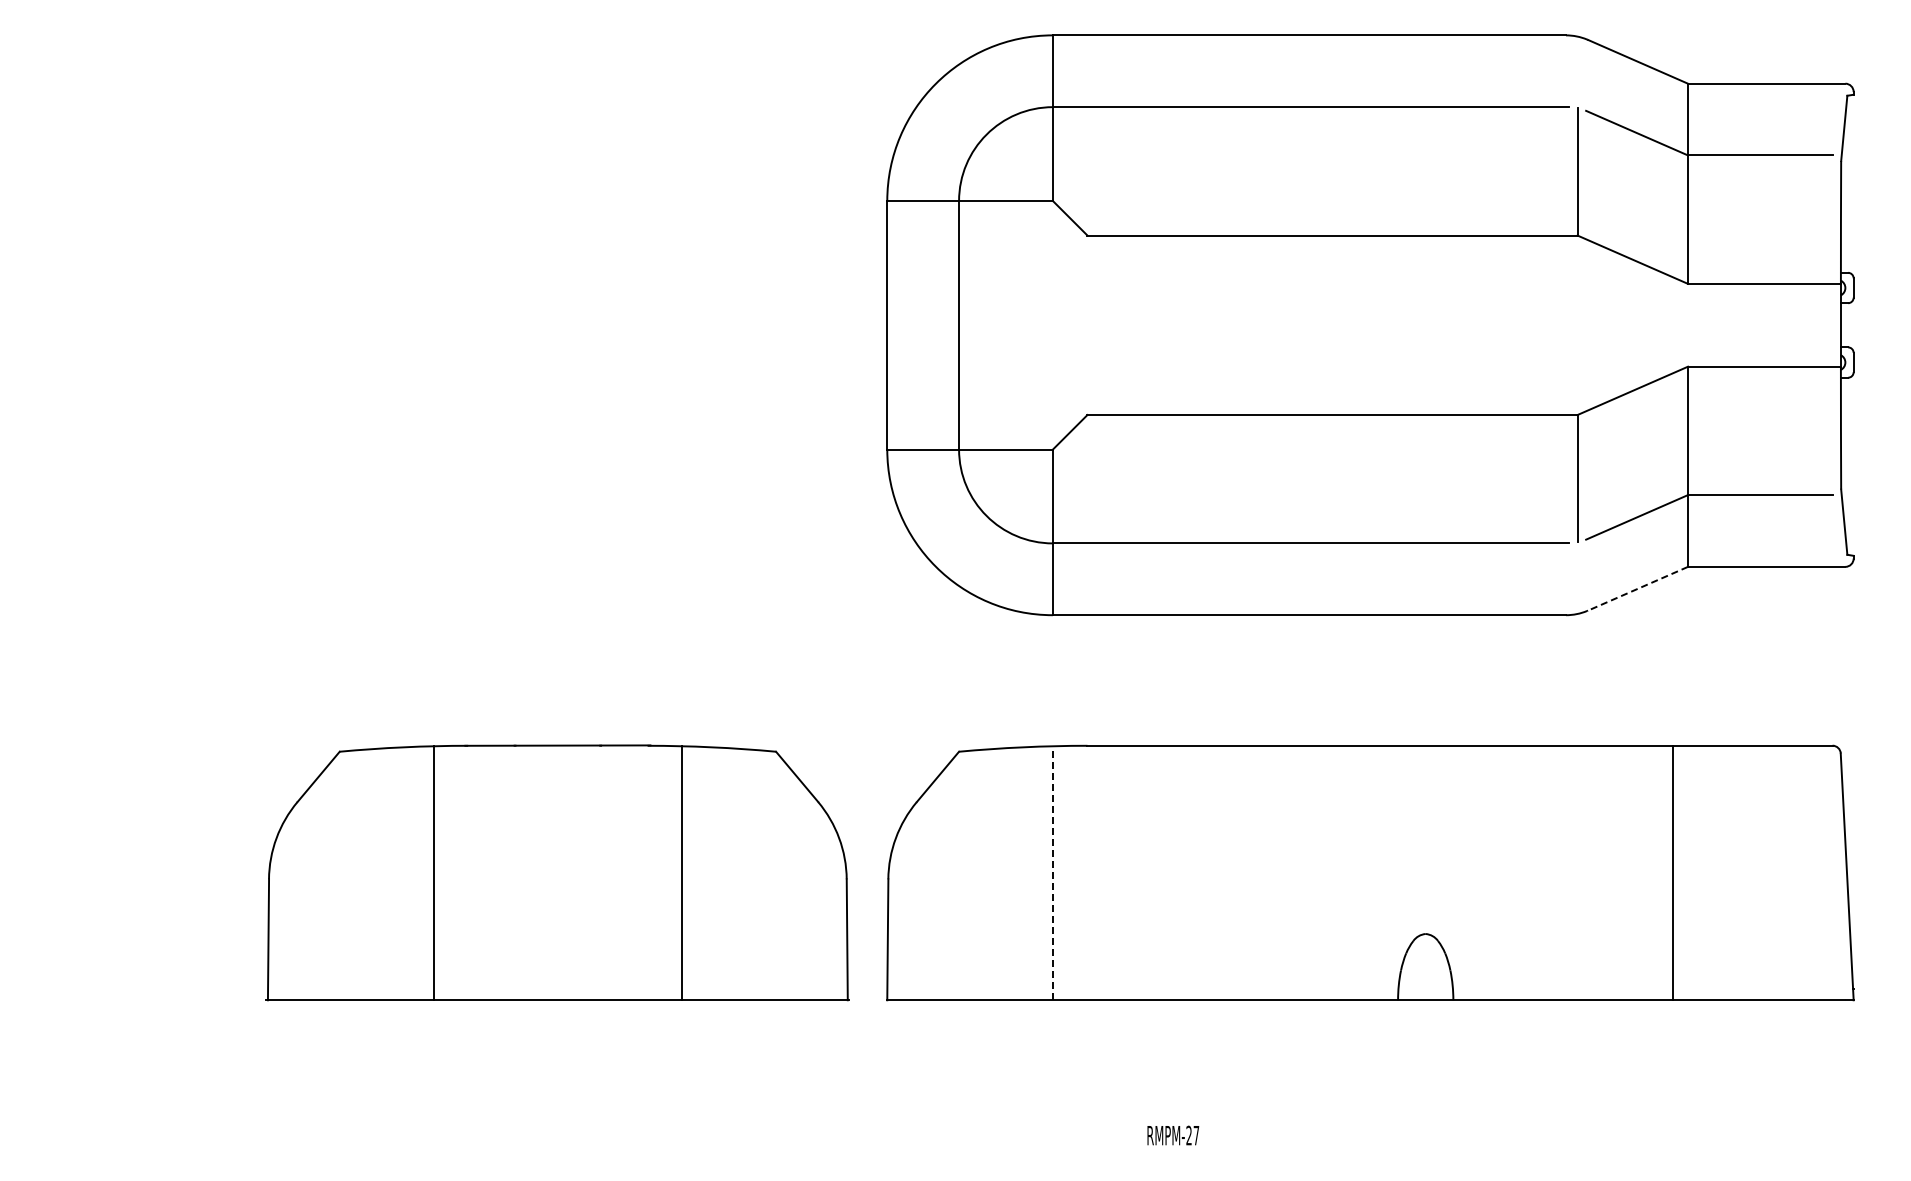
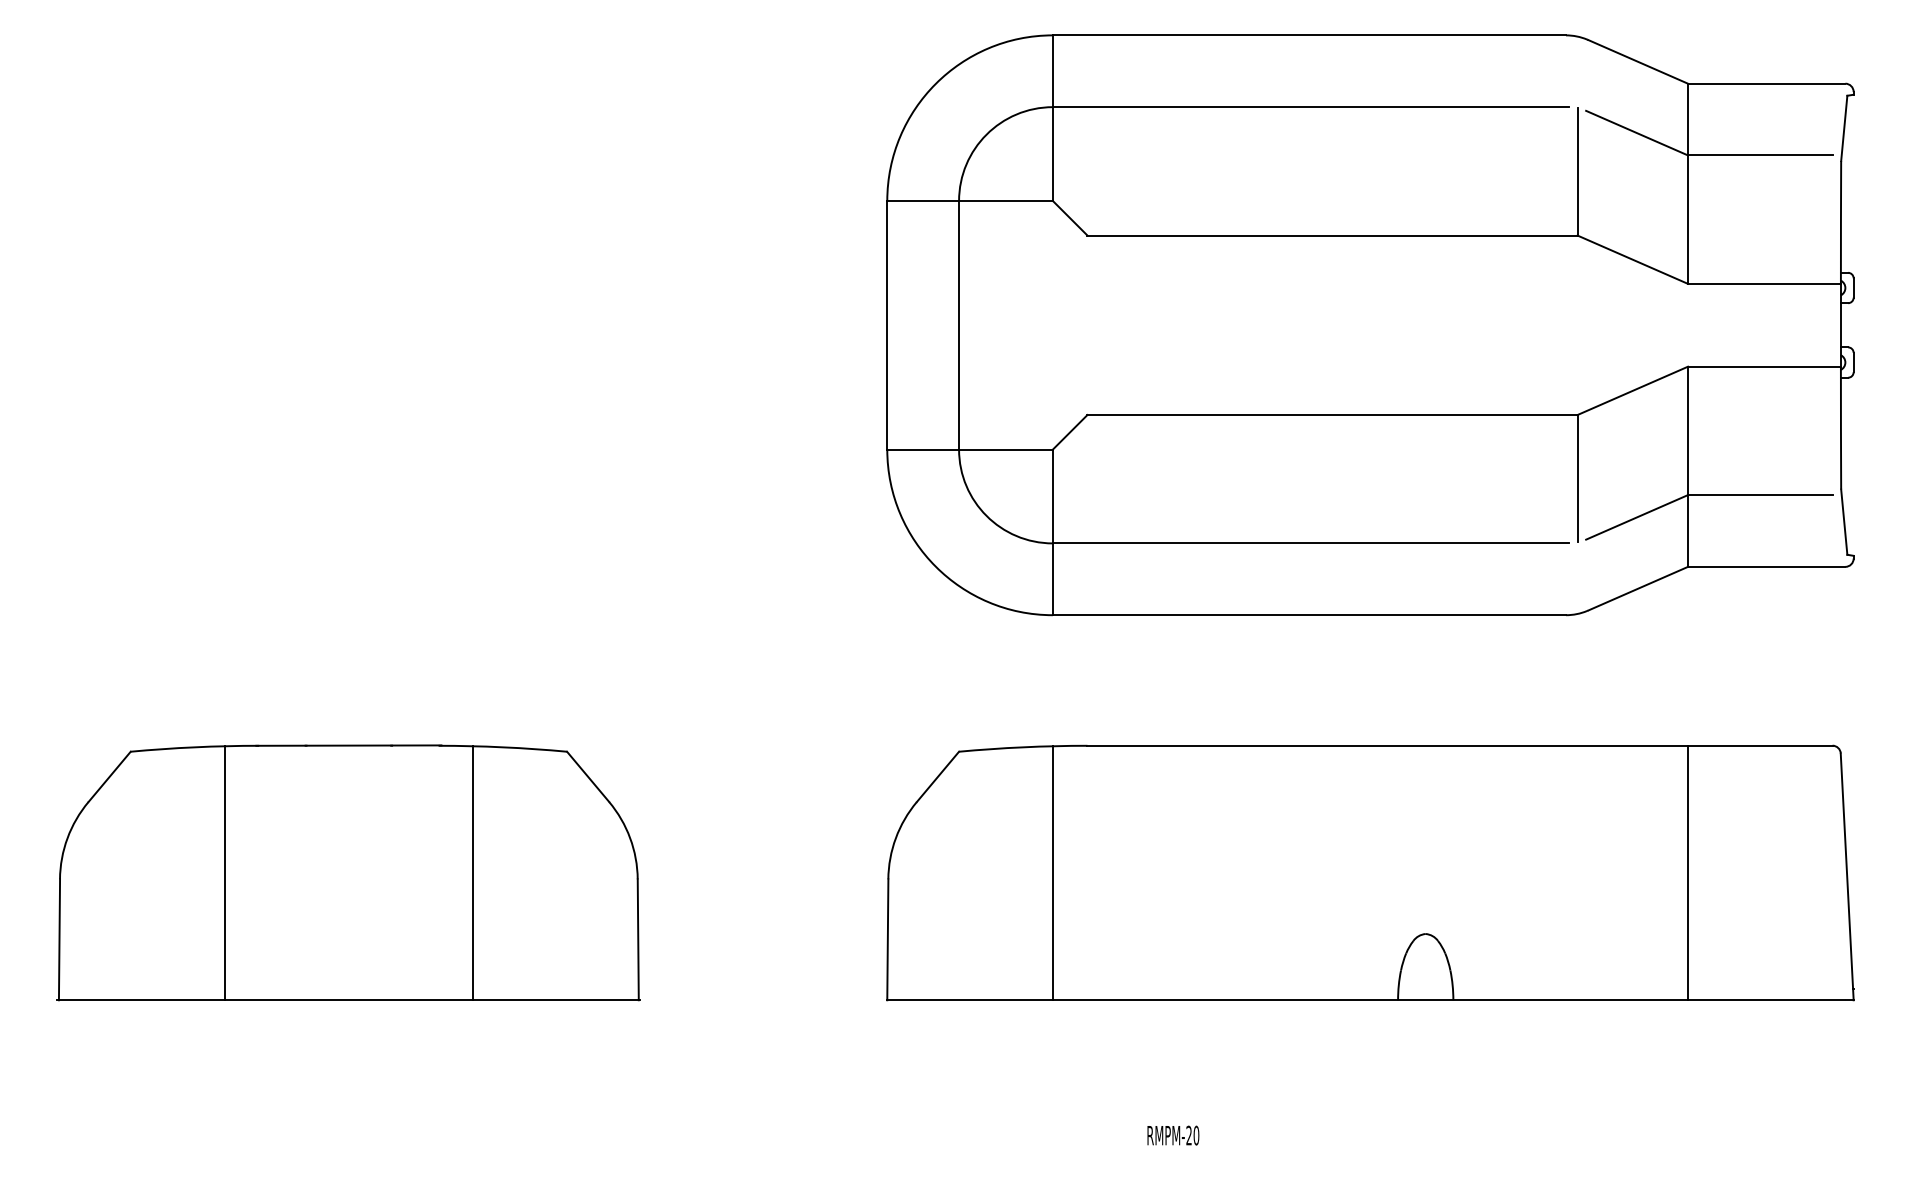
line at (1638, 588): dashed -> solid
part at (557, 872) position: (557, 872) -> (348, 872)
line at (1052, 872): dashed -> solid
line at (1673, 872) position: (1673, 872) -> (1688, 872)
text at (1196, 1135): RMPM-27 -> RMPM-20
